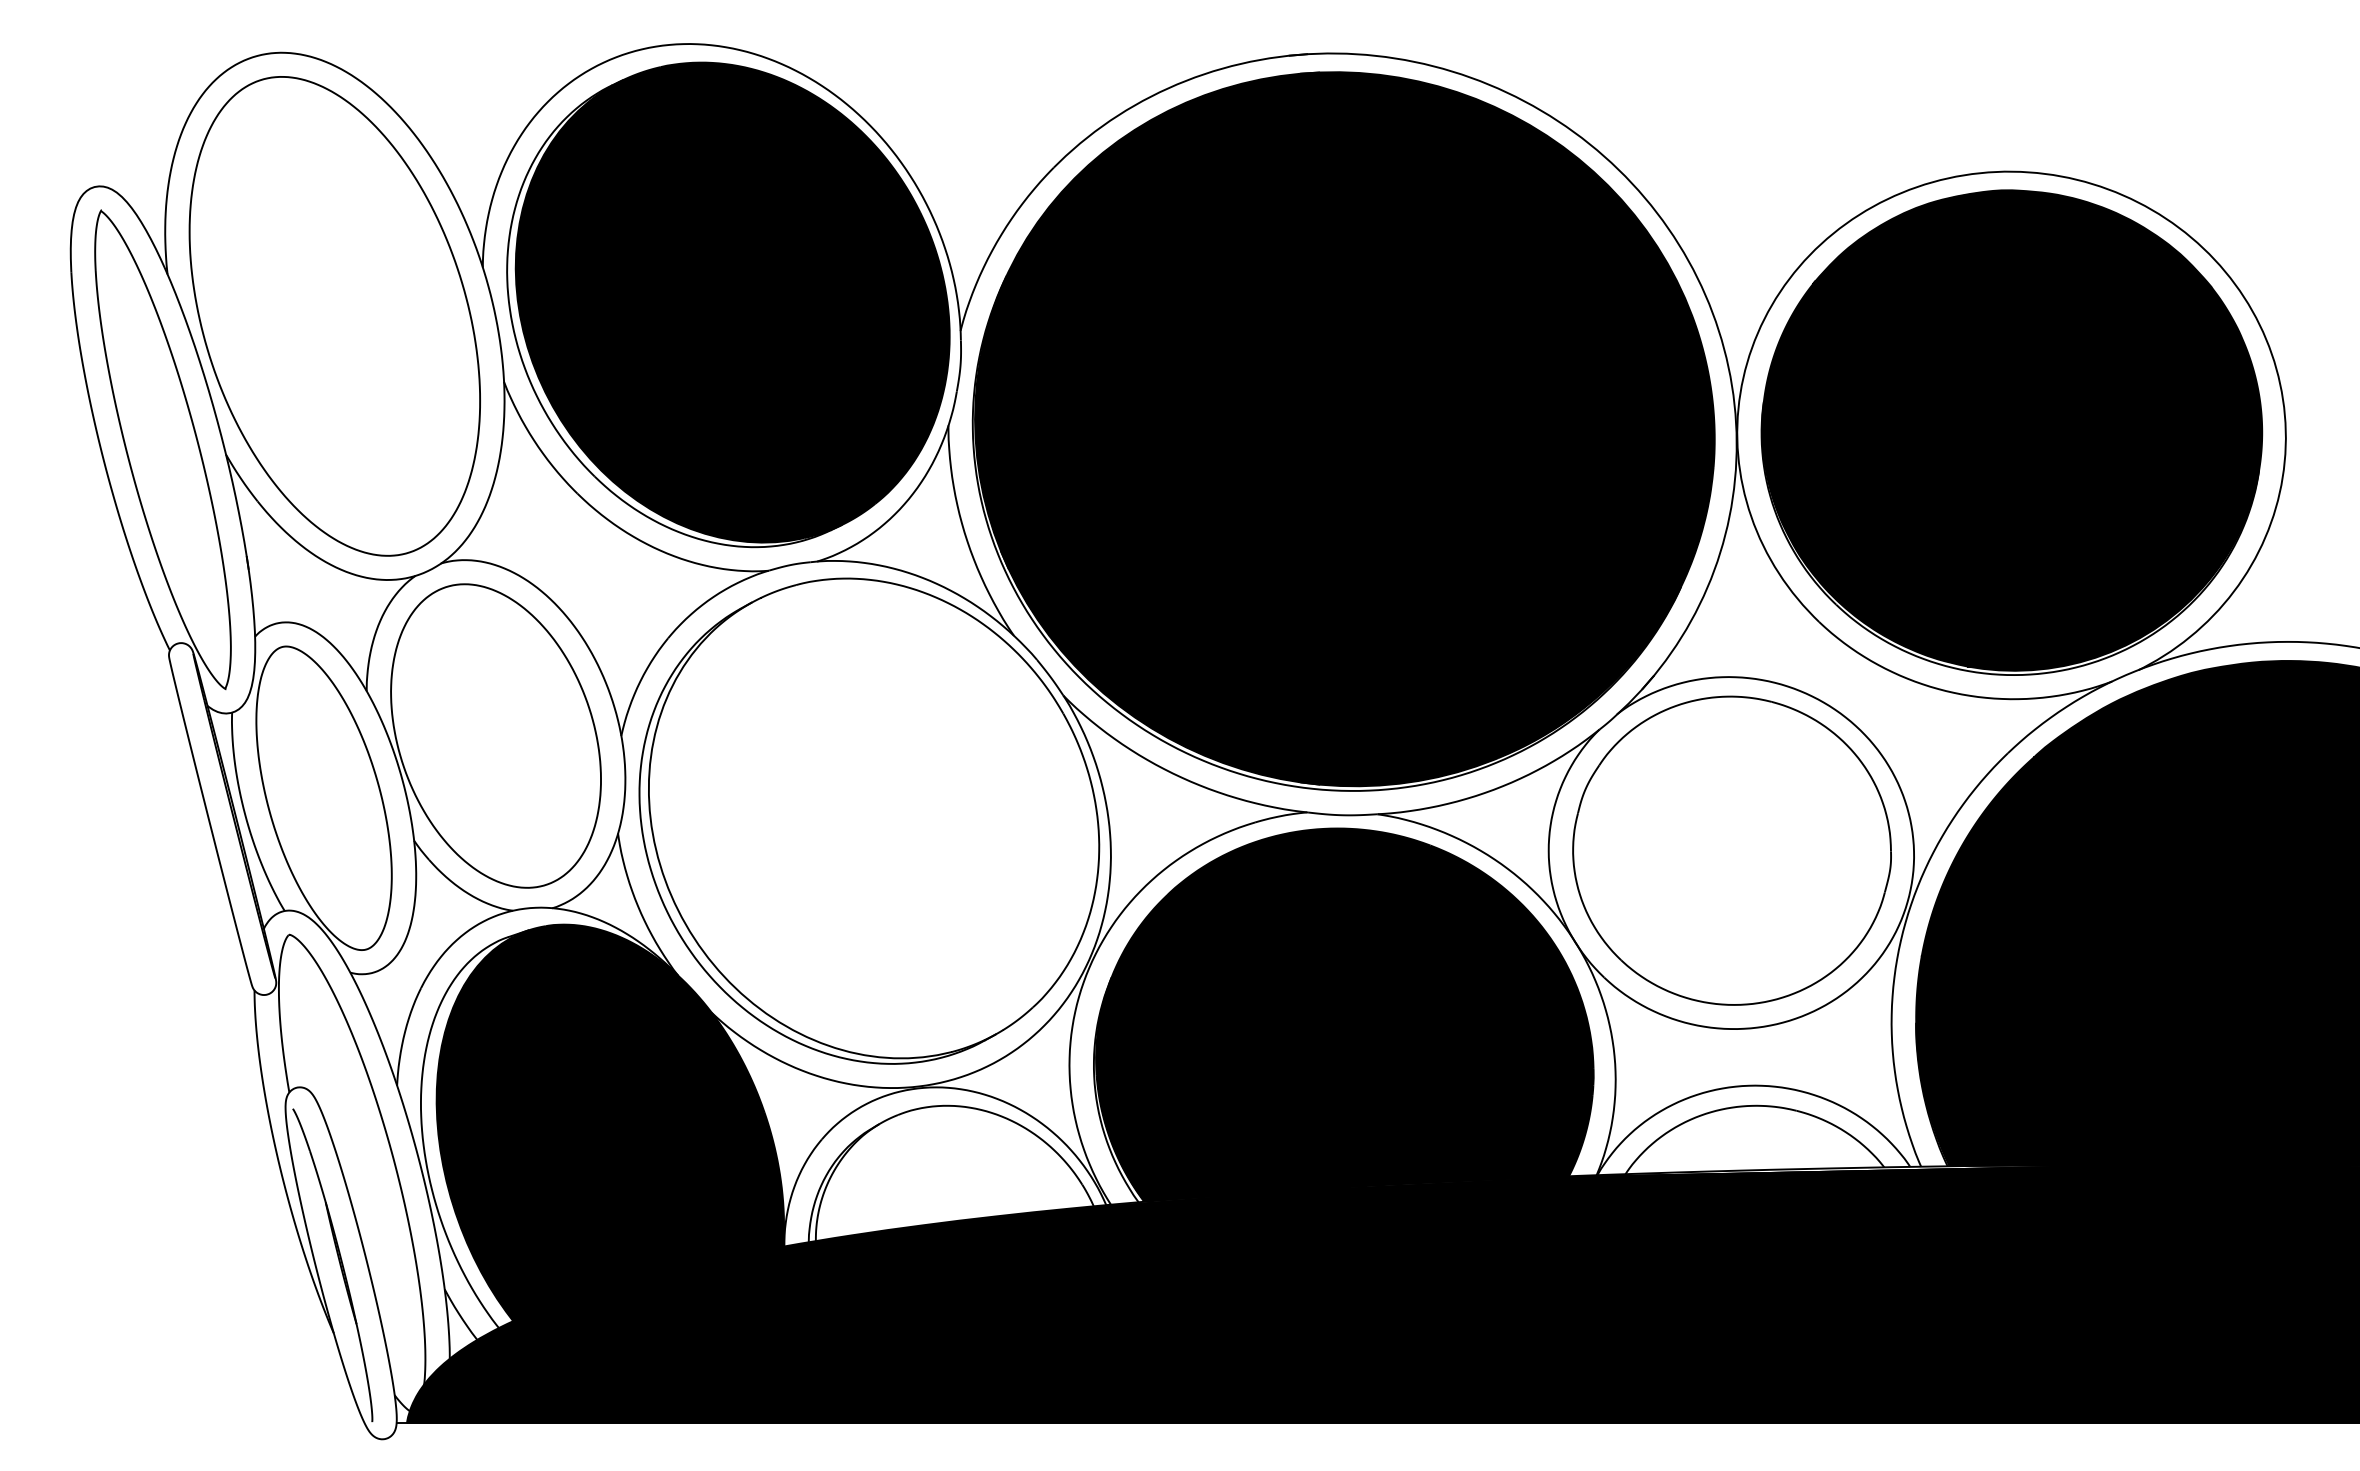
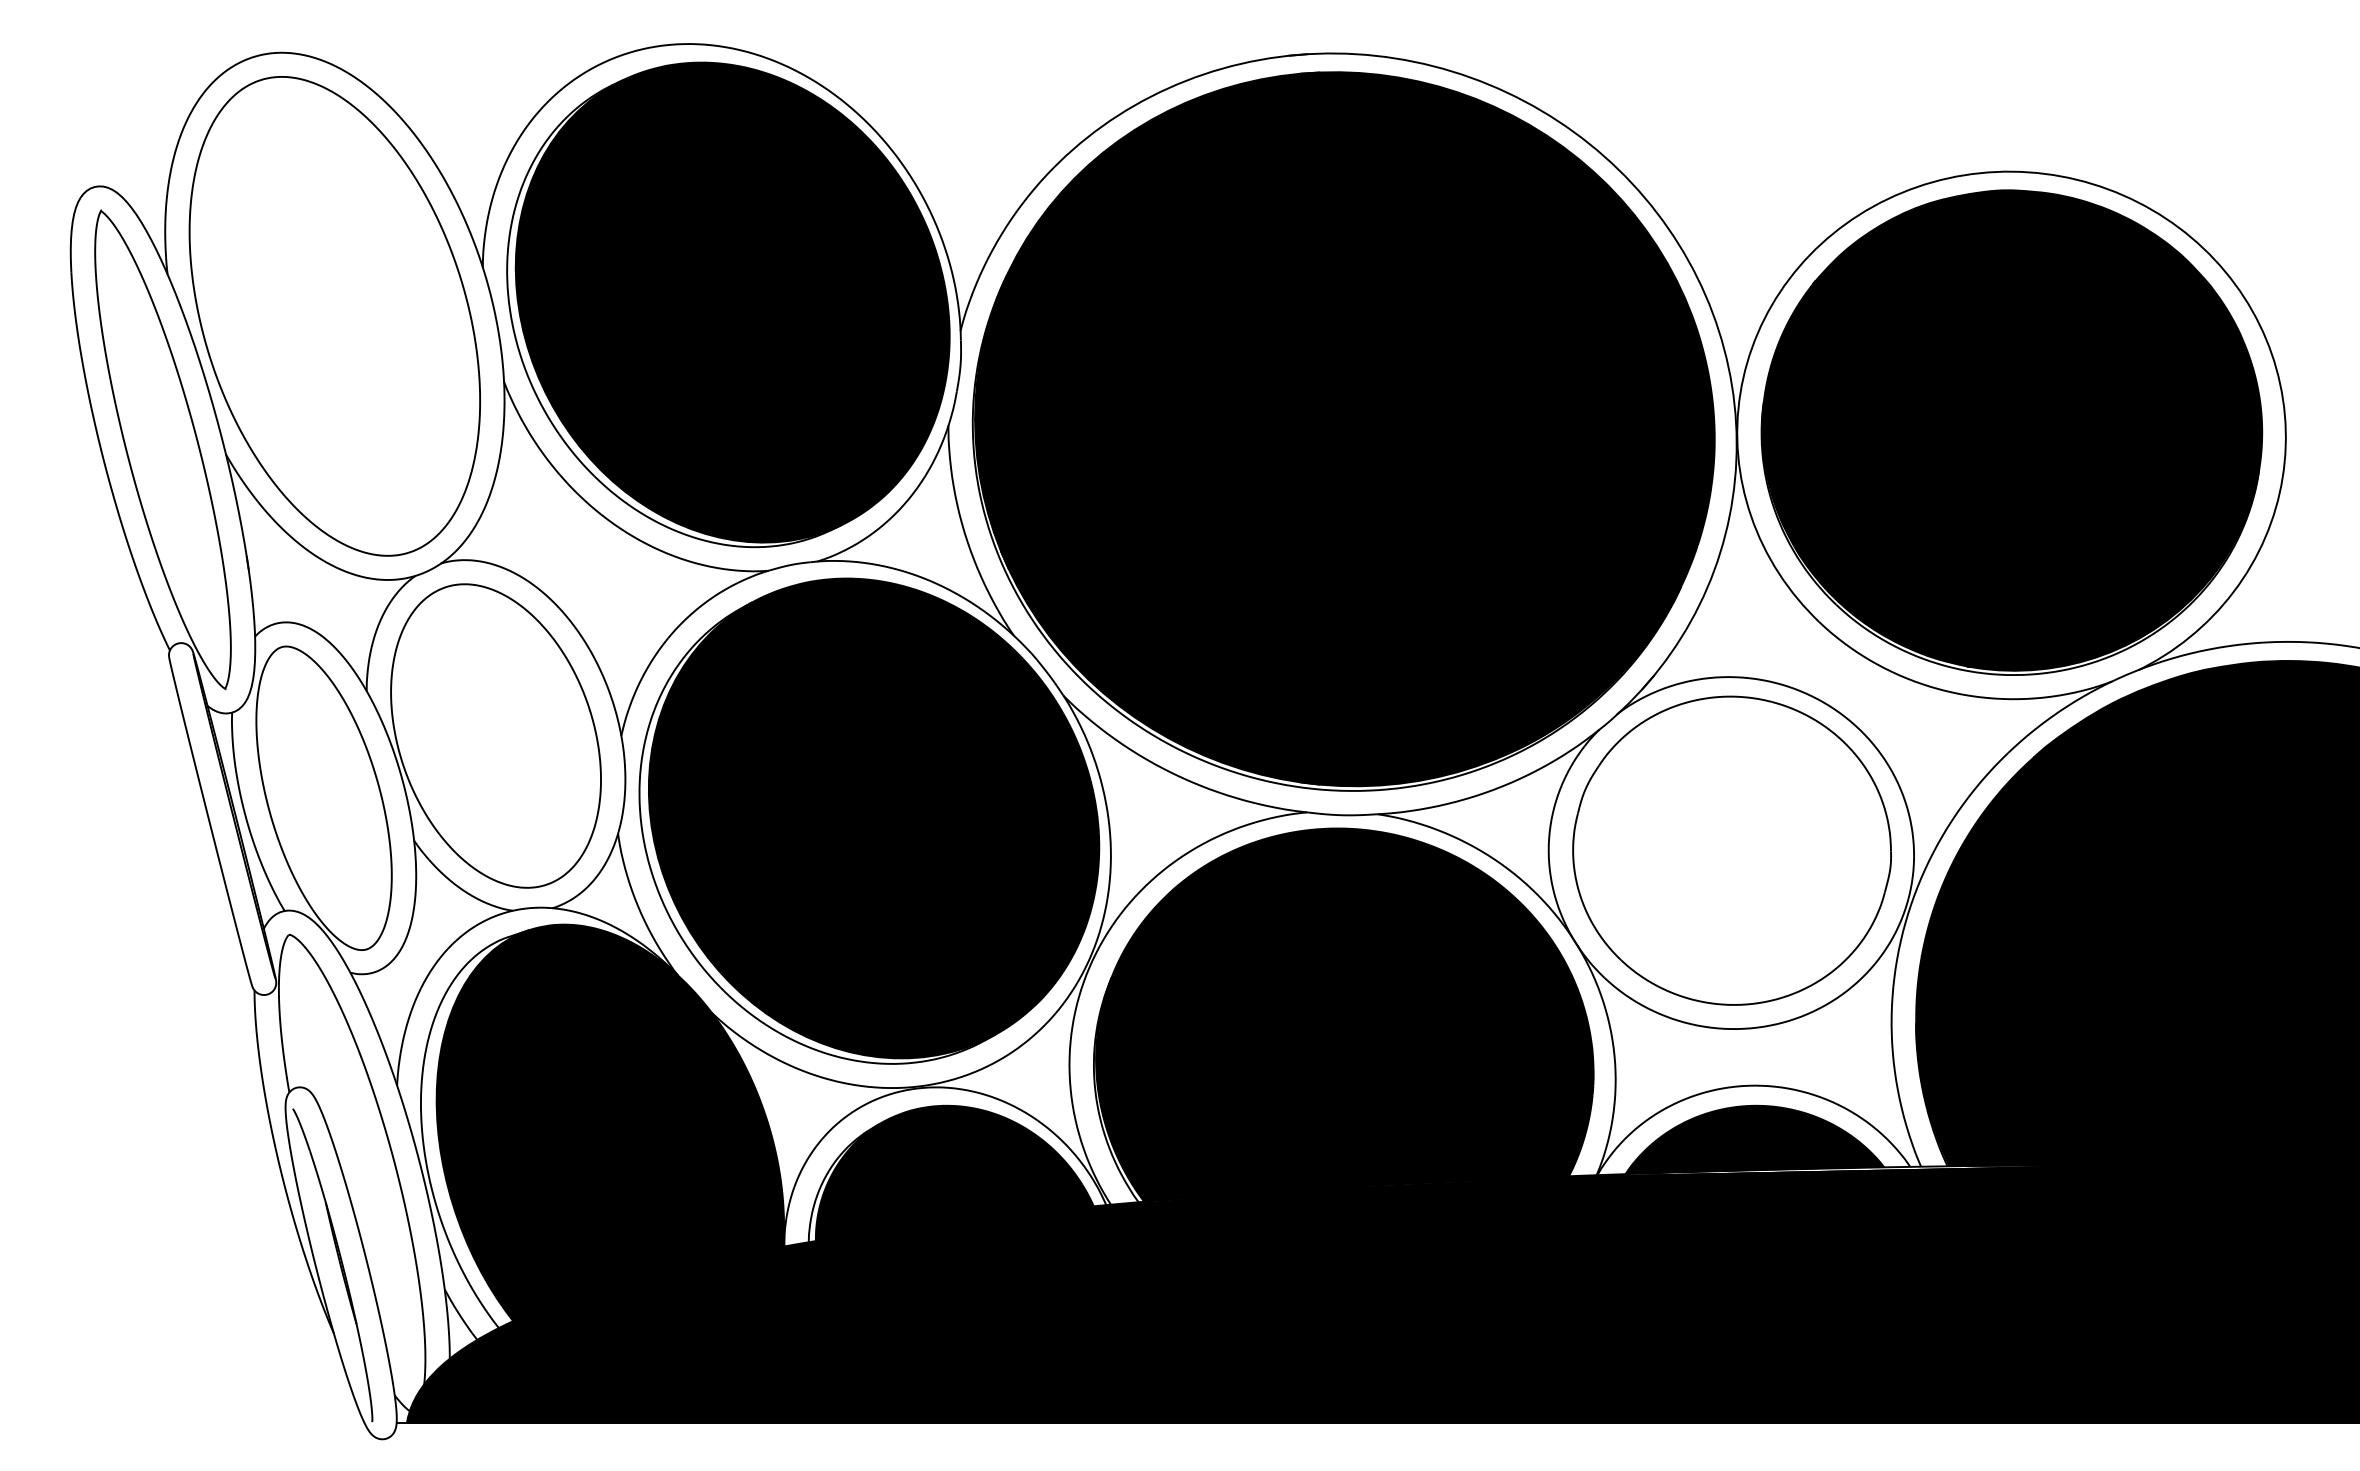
fill at (873, 818): none -> present
fill at (1754, 1139): none -> present
fill at (954, 1173): none -> present
